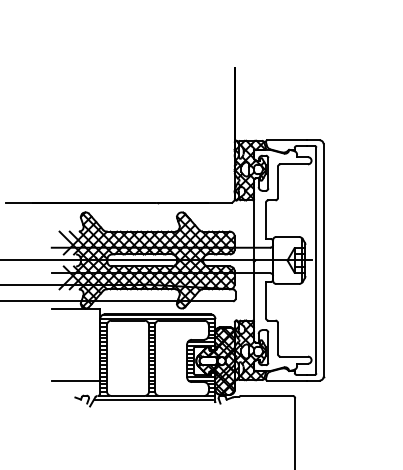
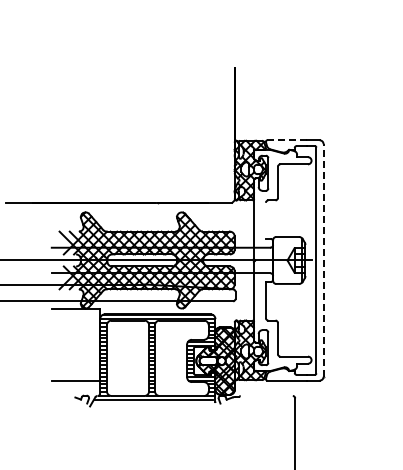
line at (287, 140): solid -> dashed
line at (265, 220): present -> none
line at (323, 259): solid -> dashed
line at (266, 395): present -> none
